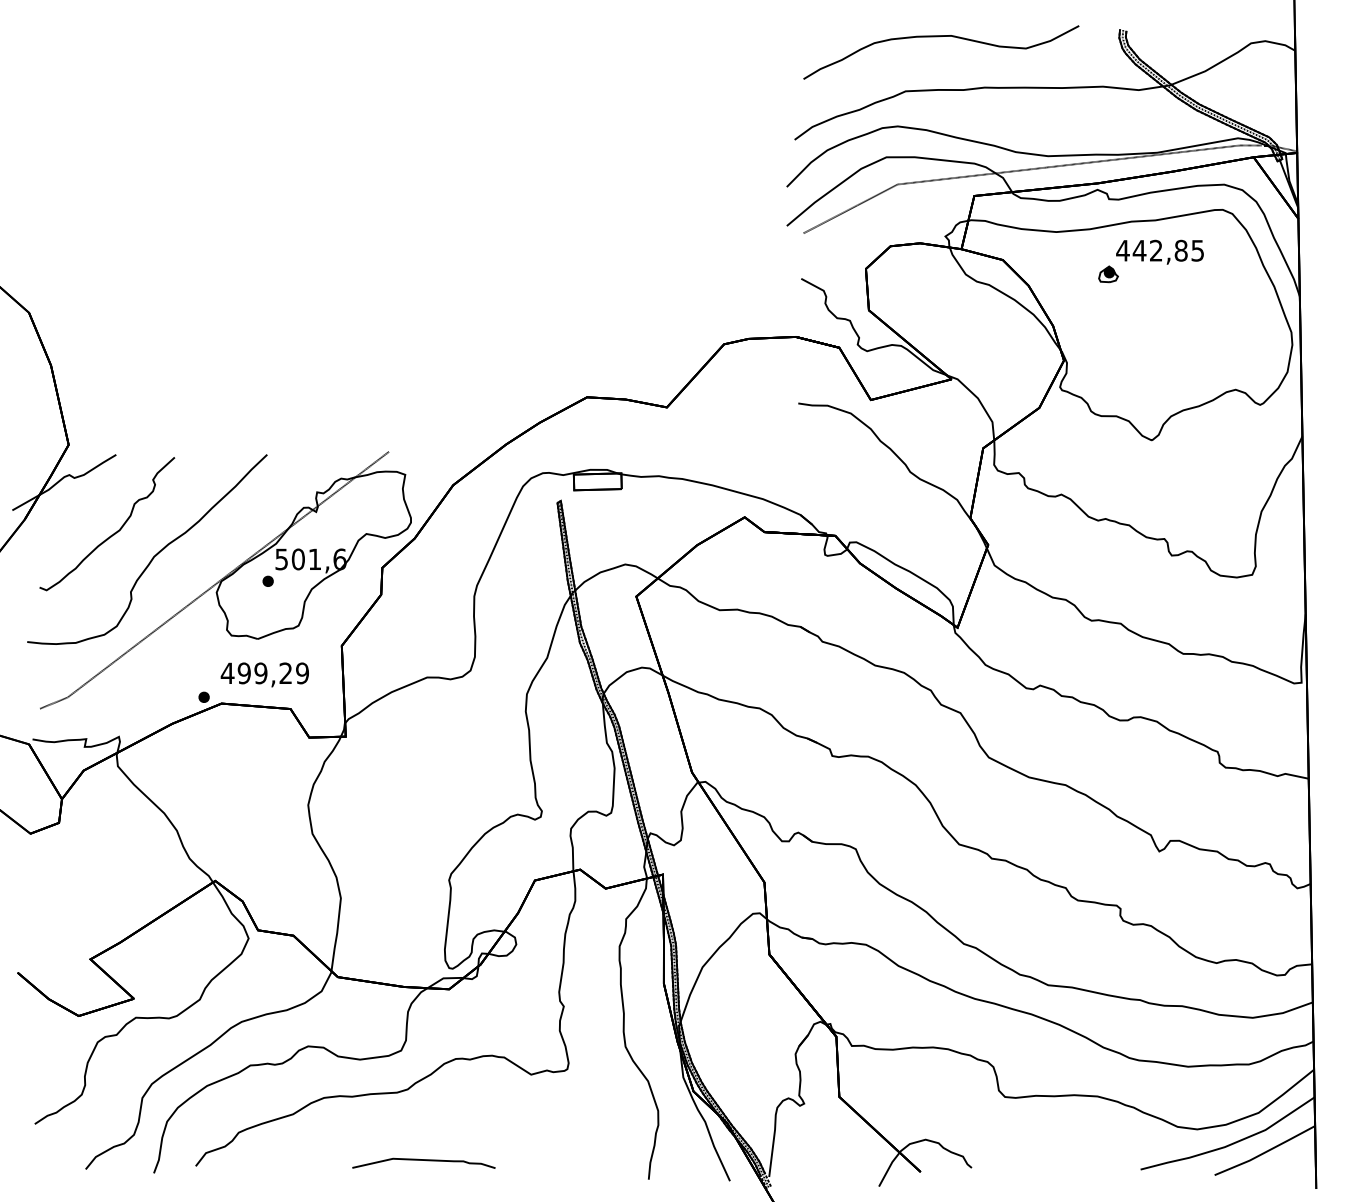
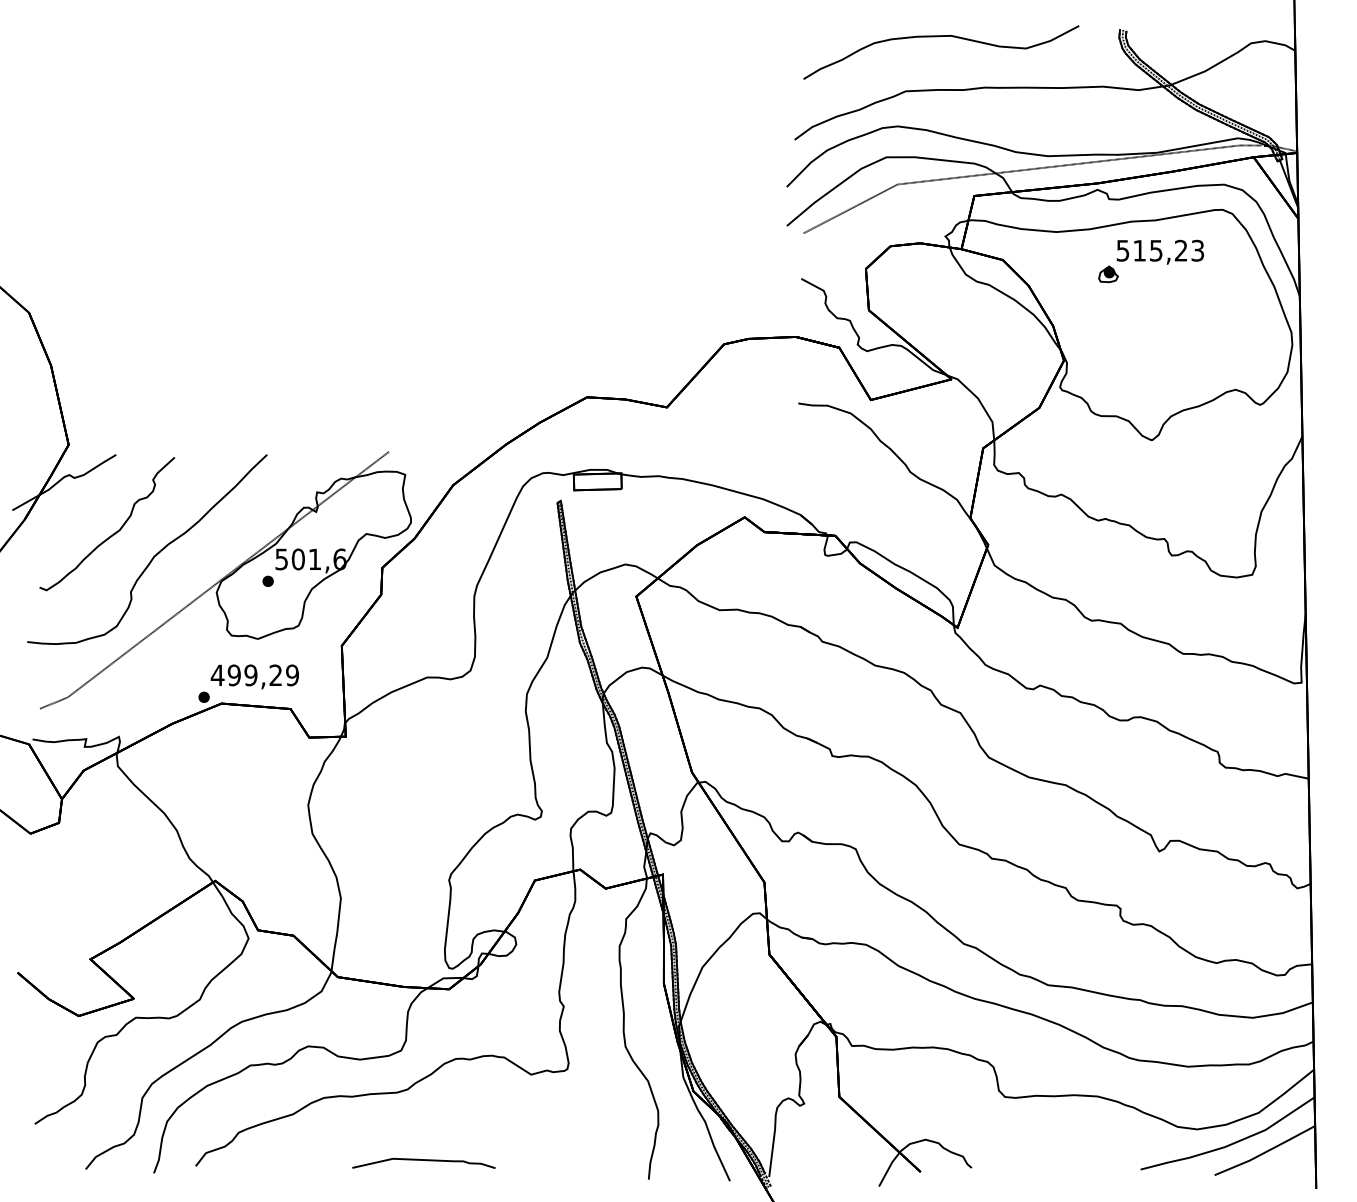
text at (1160, 250): 442,85 -> 515,23
text at (264, 674) position: (264, 674) -> (254, 676)
